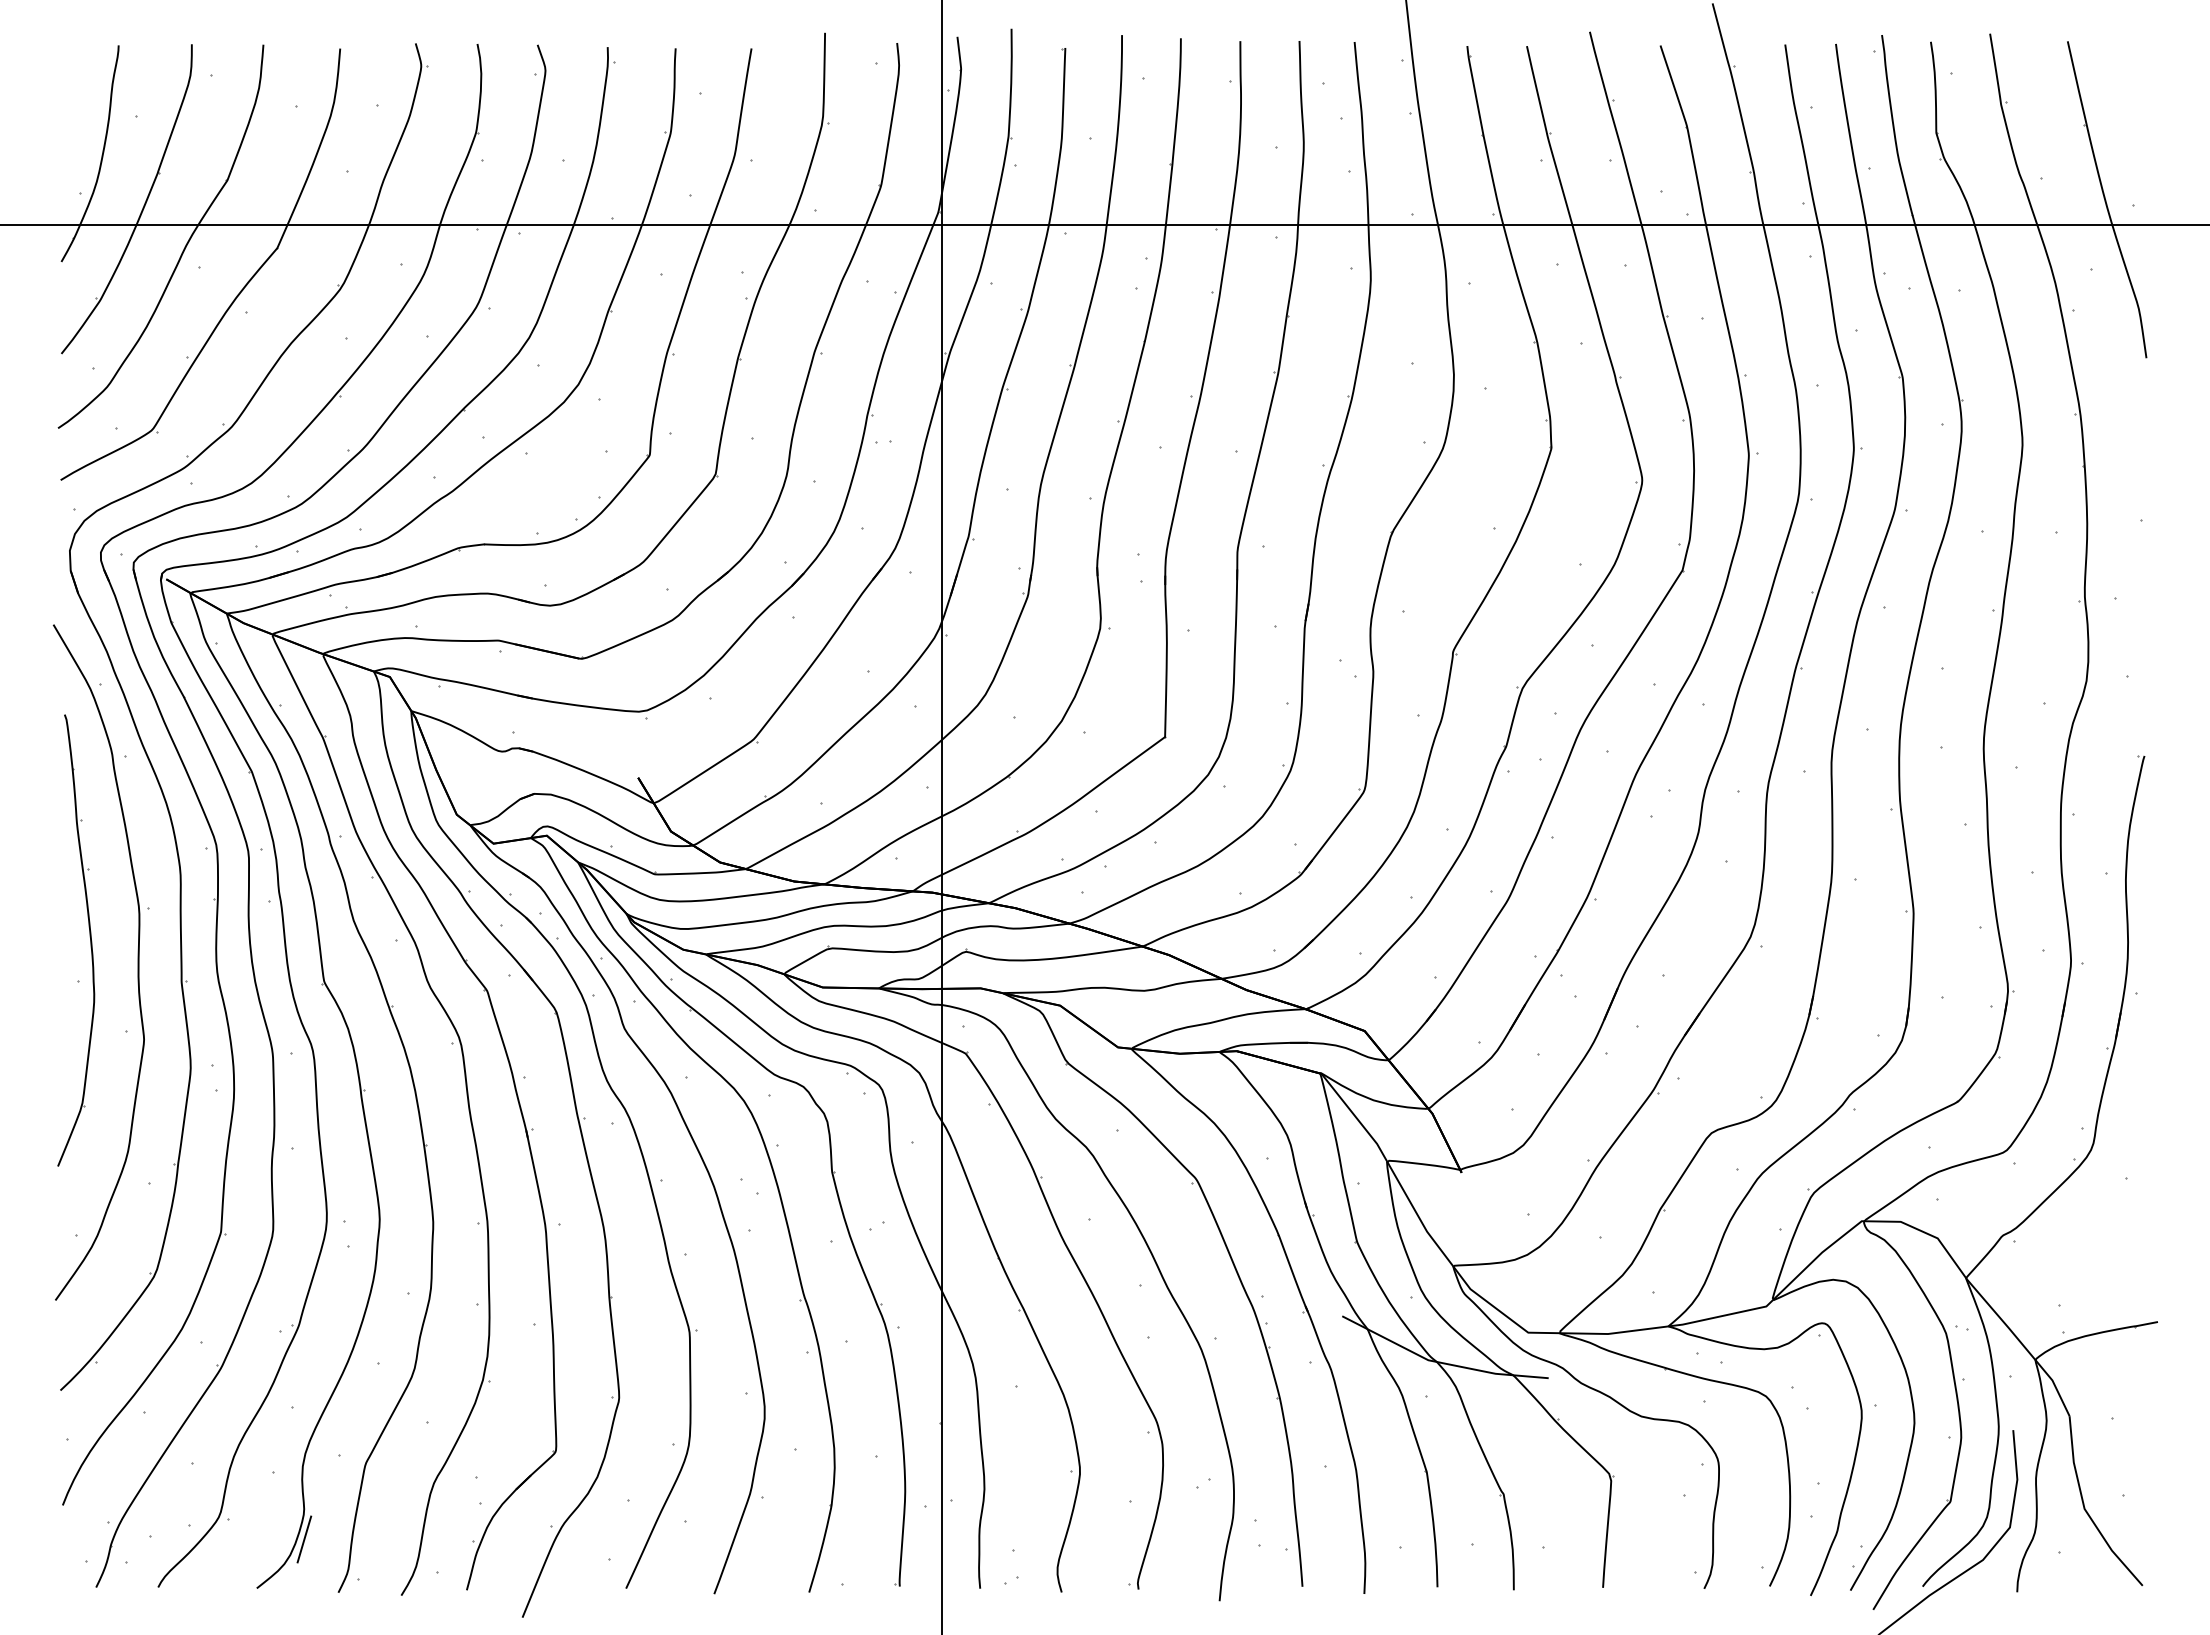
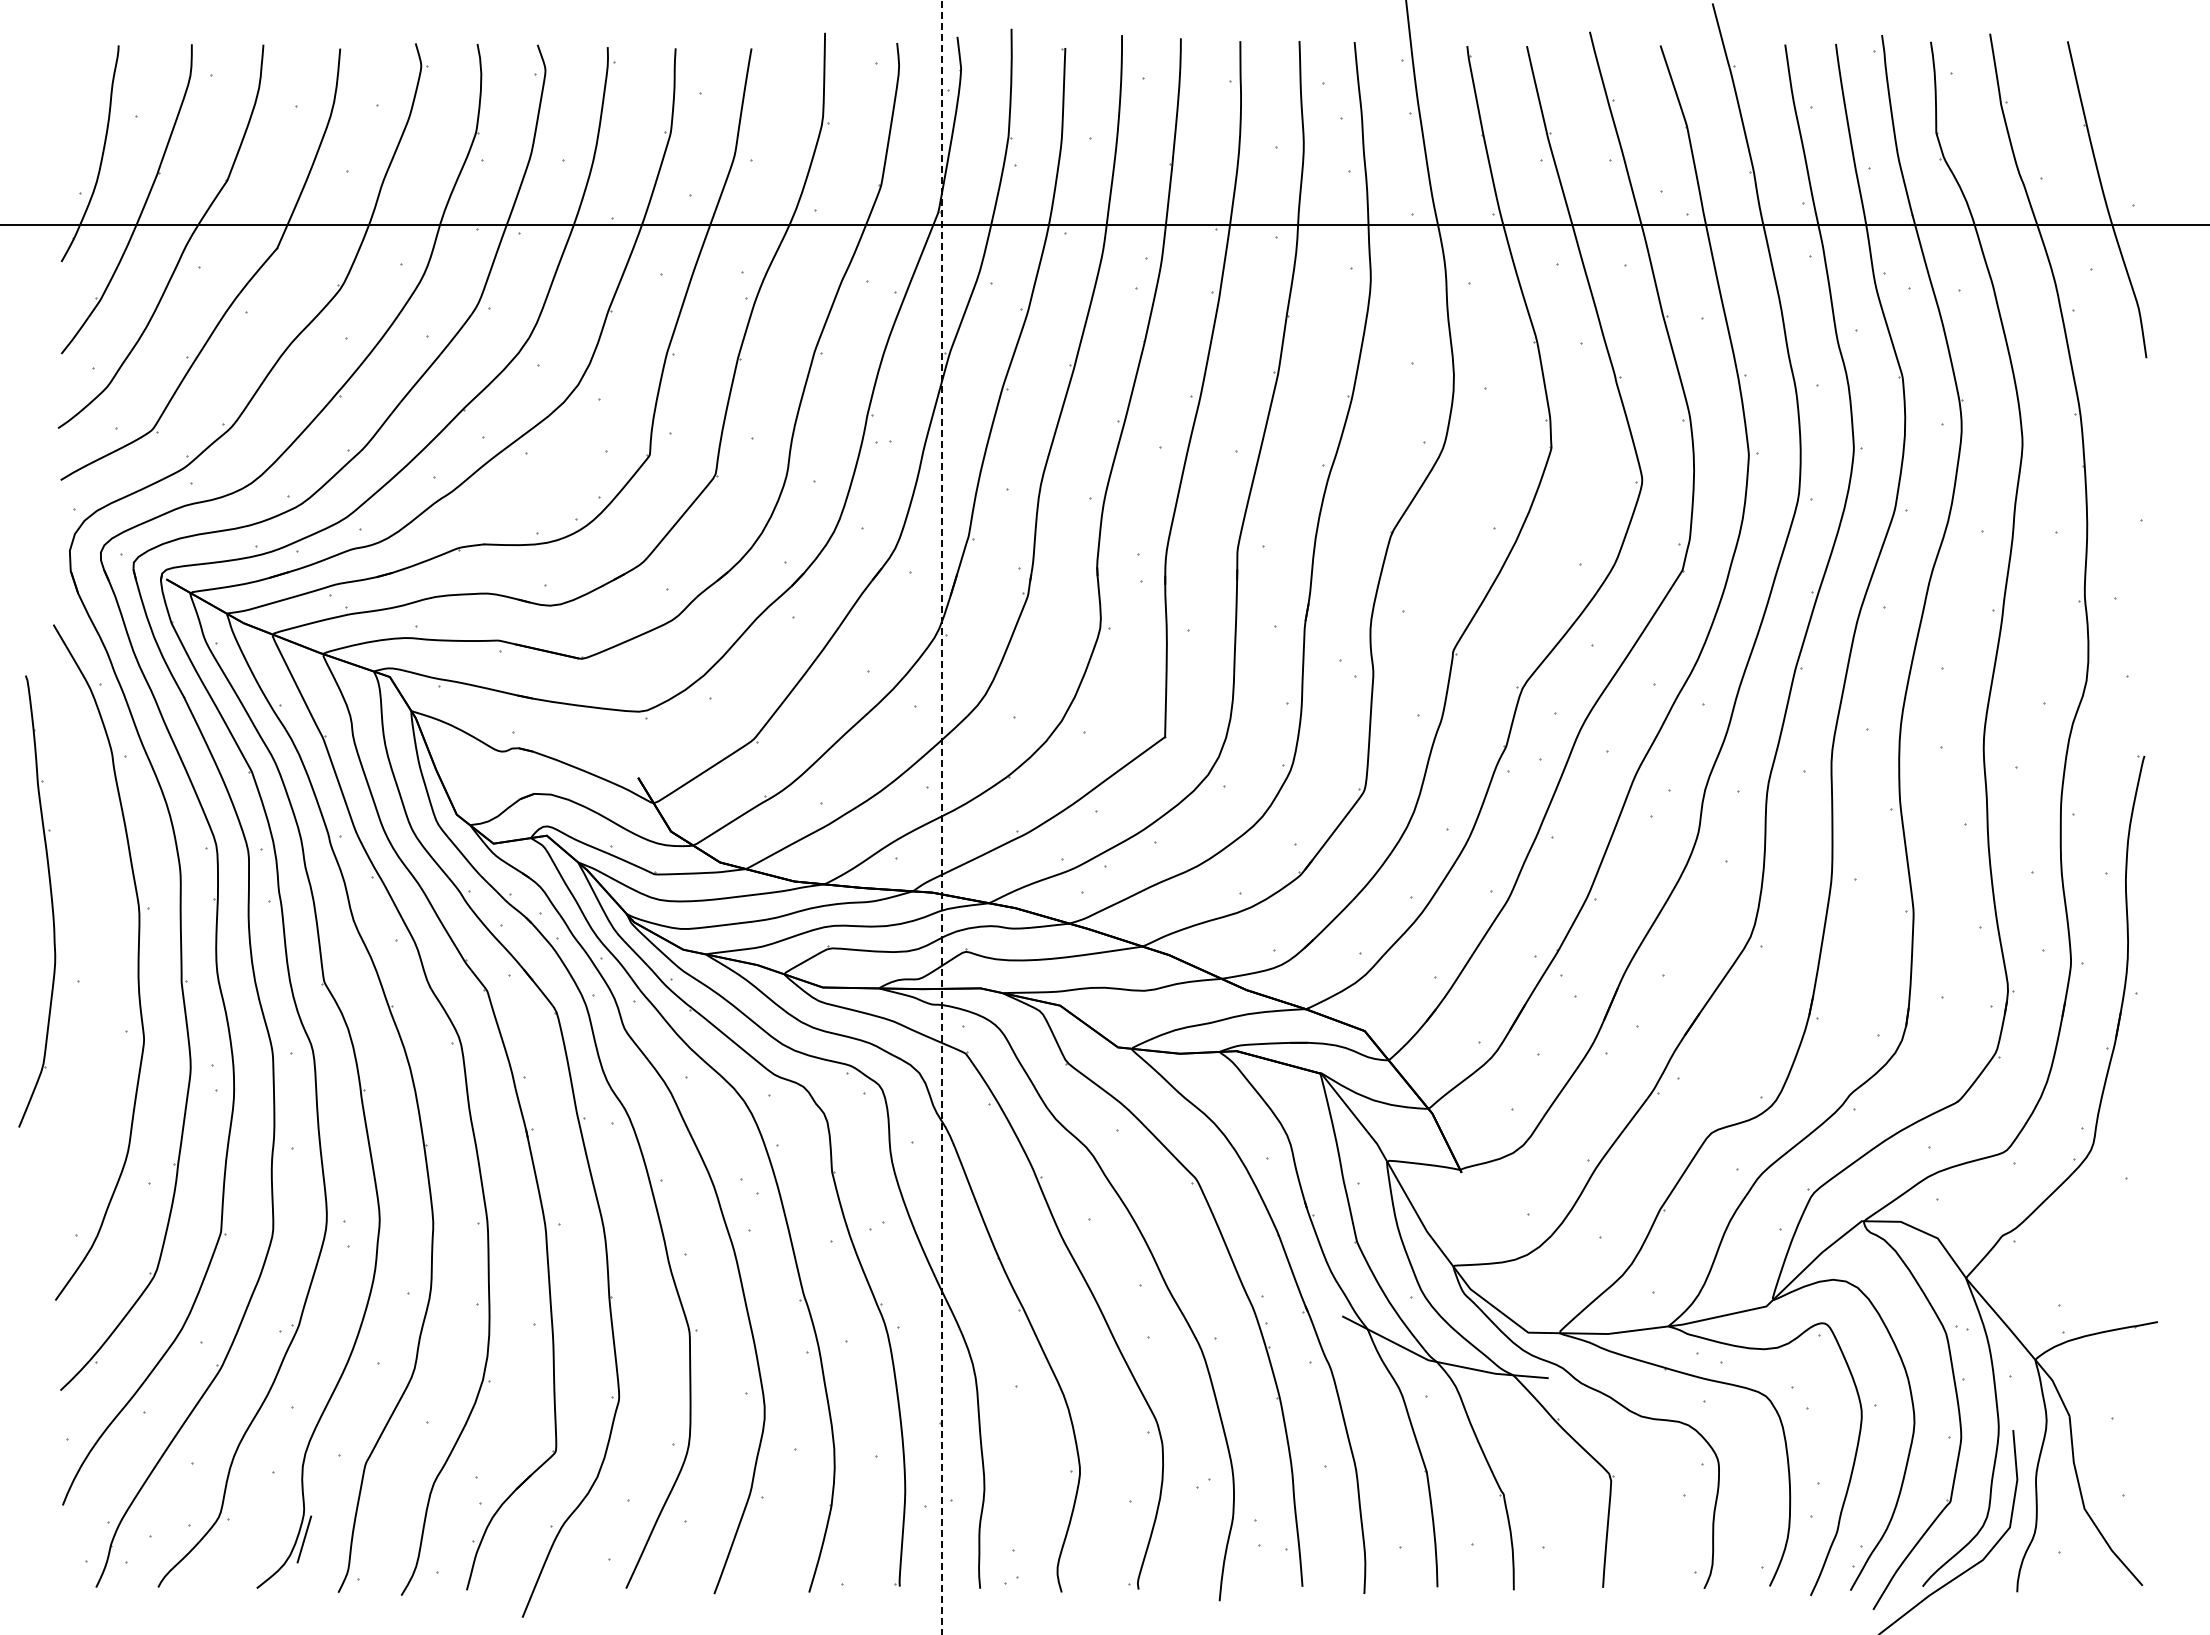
line at (942, 816): solid -> dashed
part at (89, 936) position: (89, 936) -> (50, 897)
